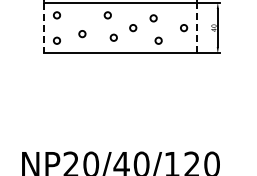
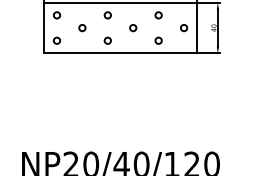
circle at (153, 18) position: (153, 18) -> (158, 15)
line at (196, 27): dashed -> solid
line at (44, 28): dashed -> solid
circle at (82, 34) position: (82, 34) -> (82, 28)
circle at (113, 37) position: (113, 37) -> (107, 40)
